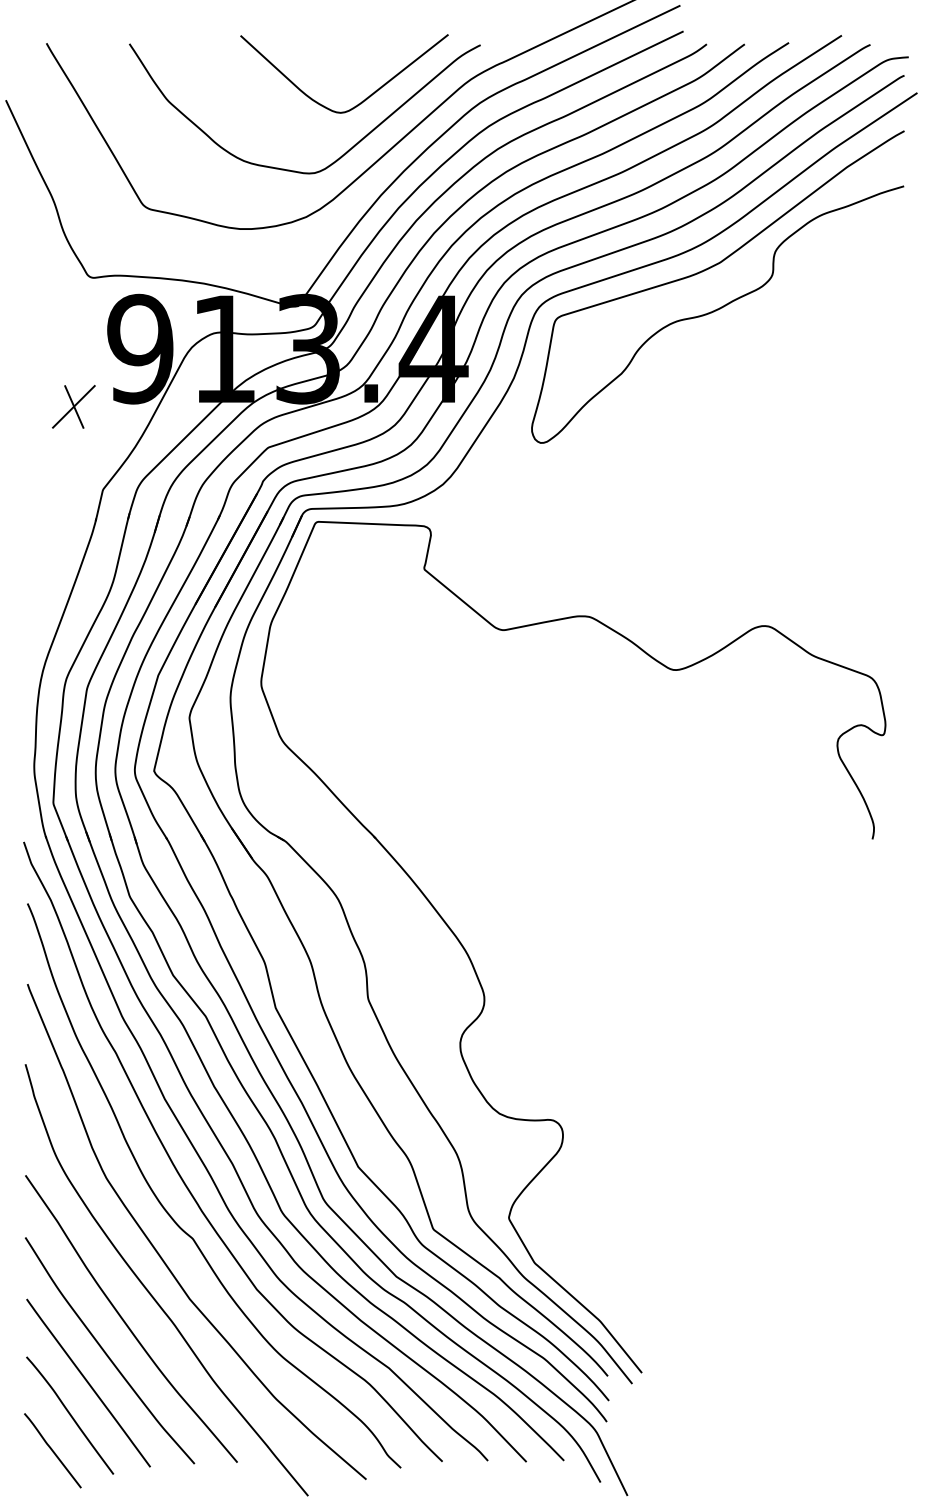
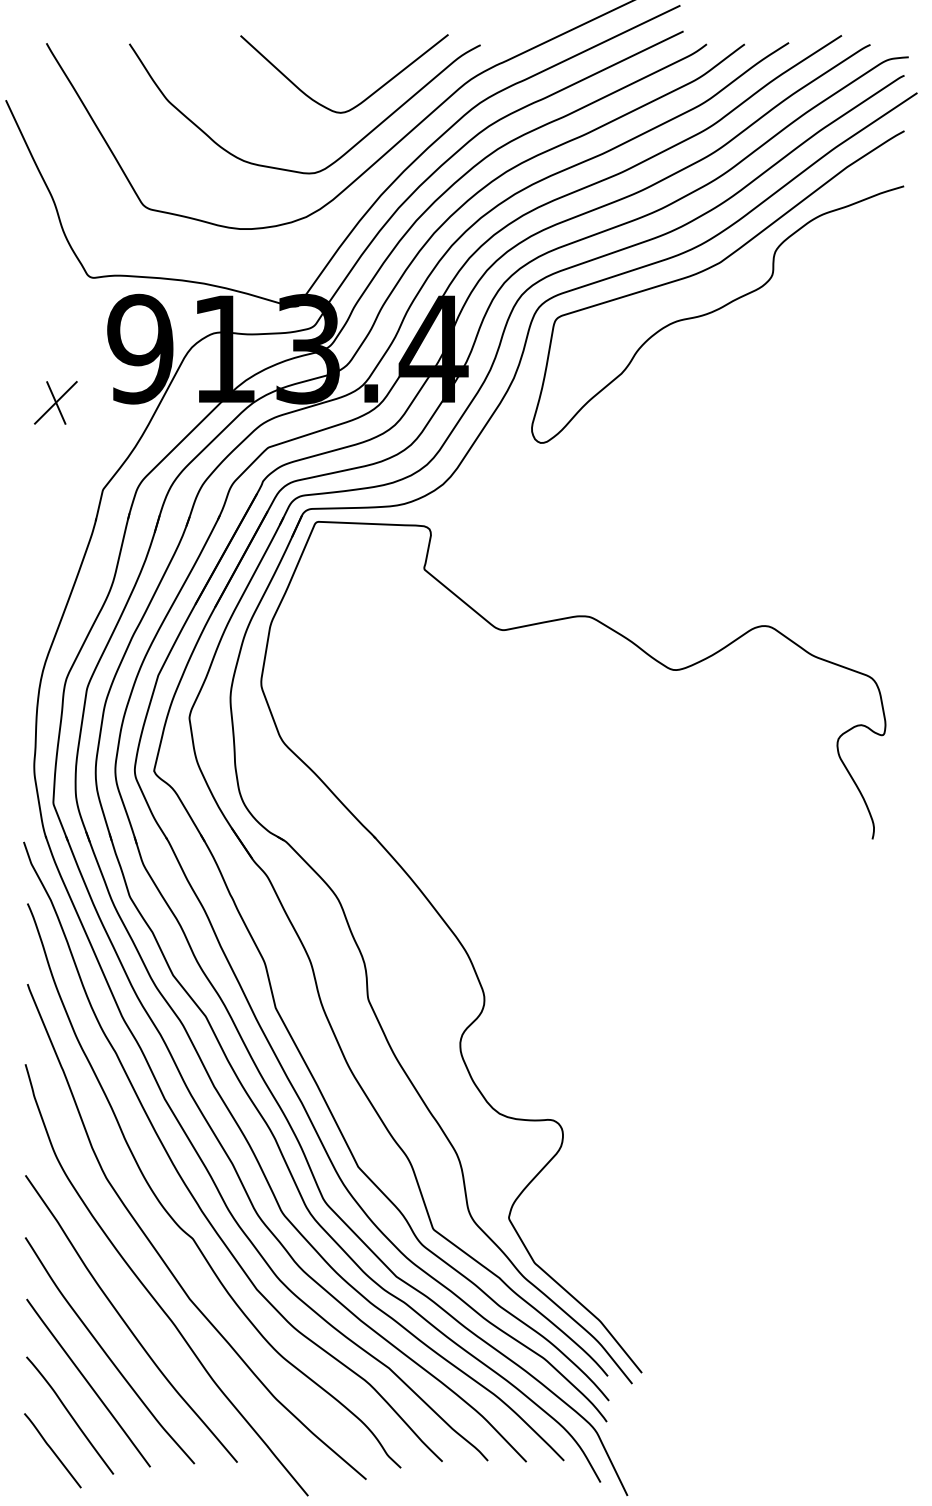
part at (73, 406) position: (73, 406) -> (55, 402)
